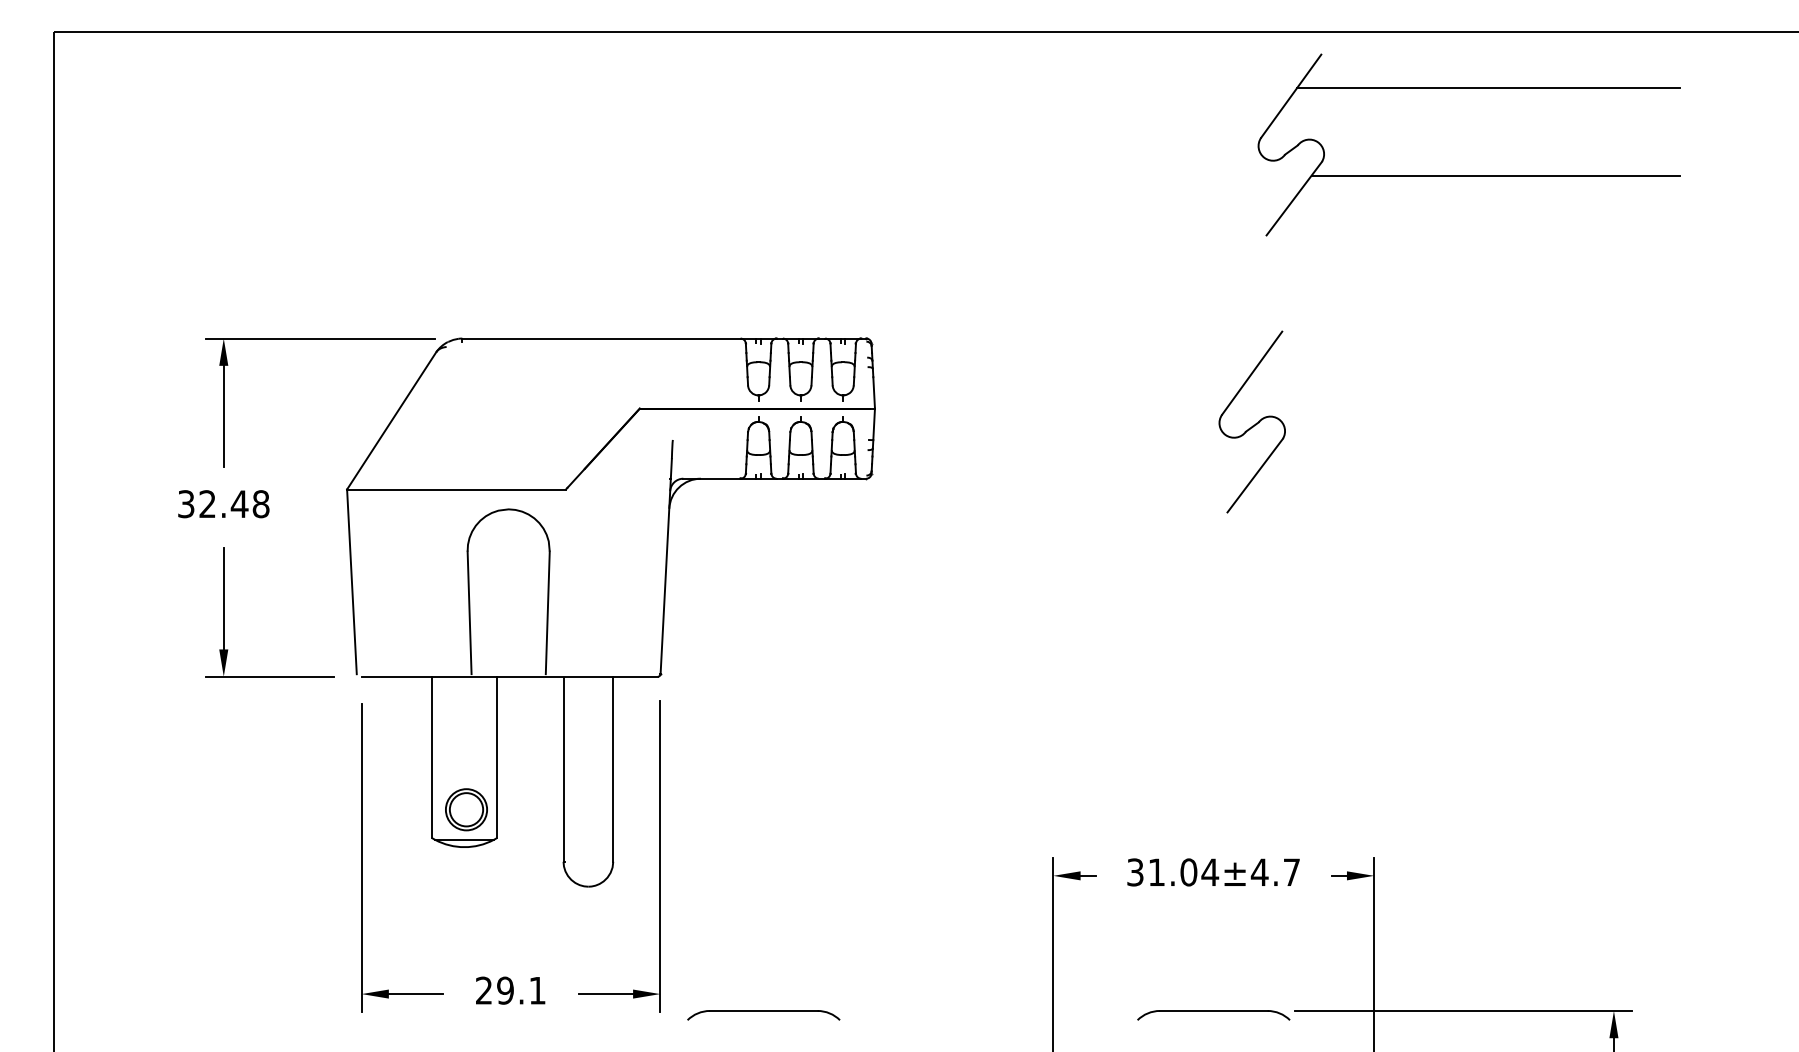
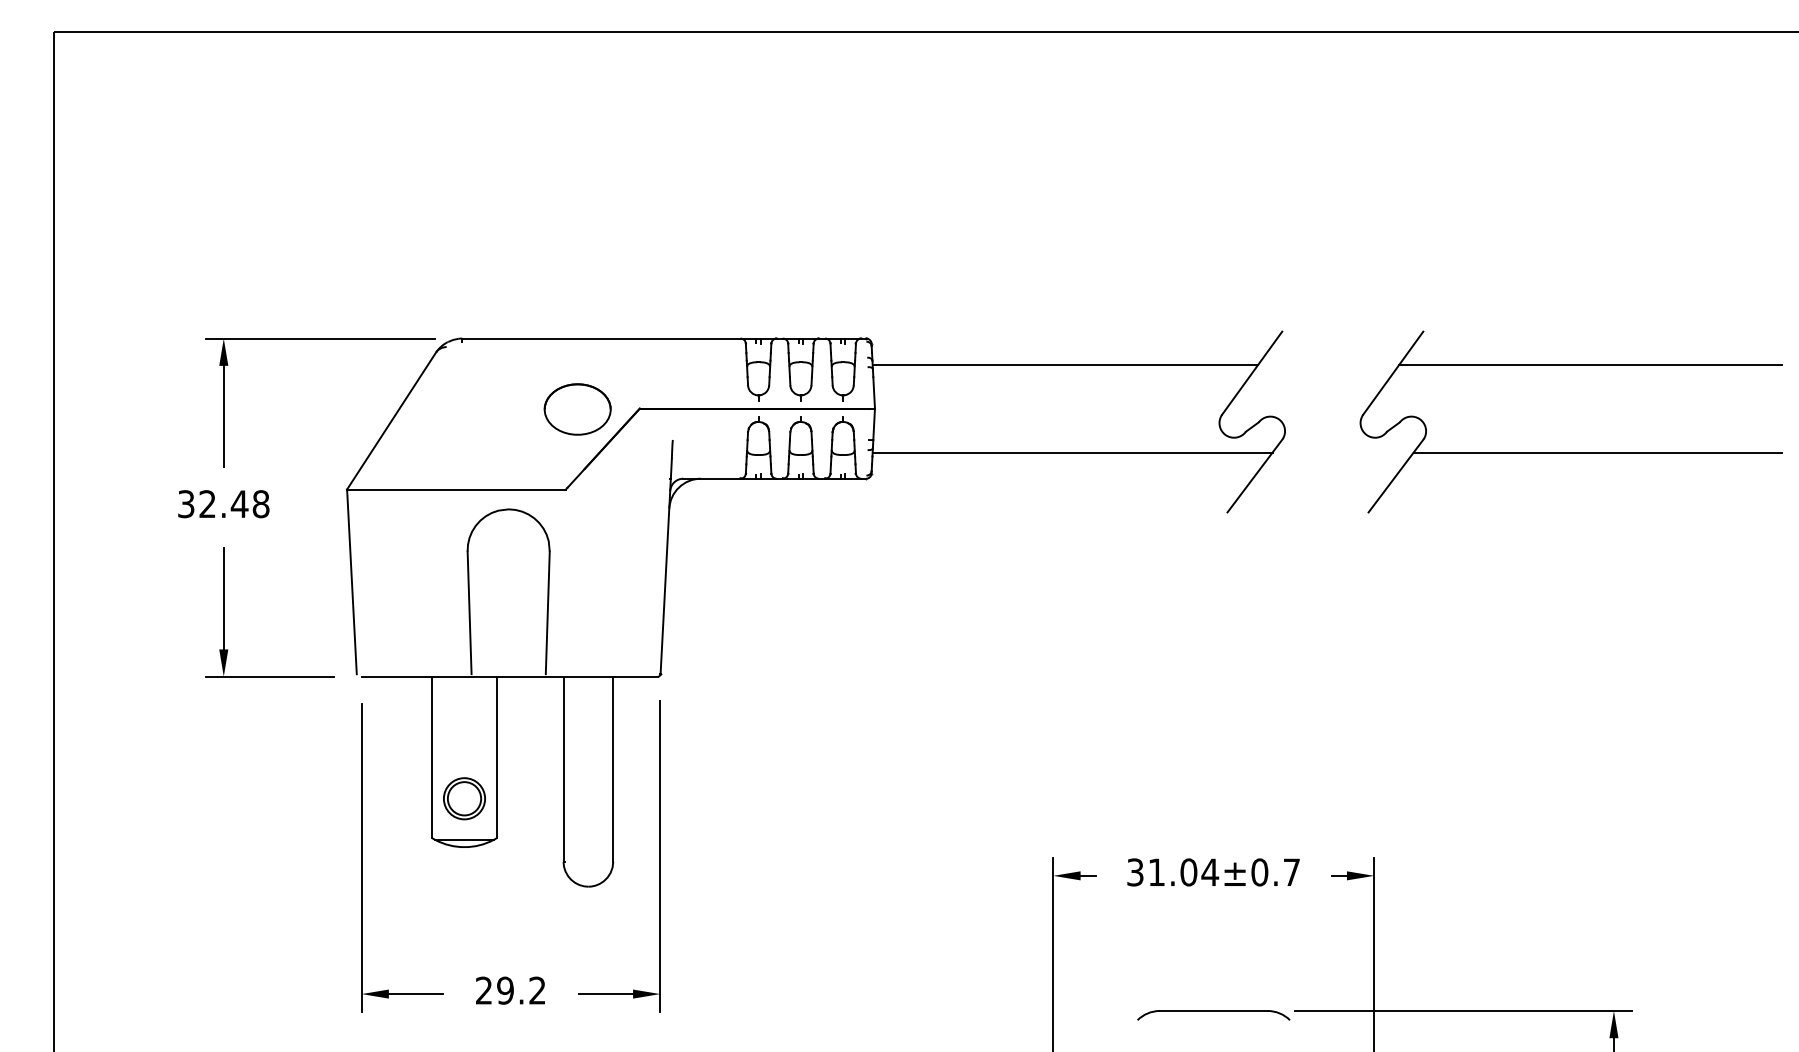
part at (1468, 175) position: (1468, 175) -> (1570, 452)
line at (1065, 364): none -> present
part at (577, 409): none -> present
line at (1072, 452): none -> present
part at (466, 809) position: (466, 809) -> (464, 798)
text at (1259, 872): 31.04±4.7 -> 31.04±0.7
text at (537, 990): 29.1 -> 29.2
part at (763, 1015): present -> none
